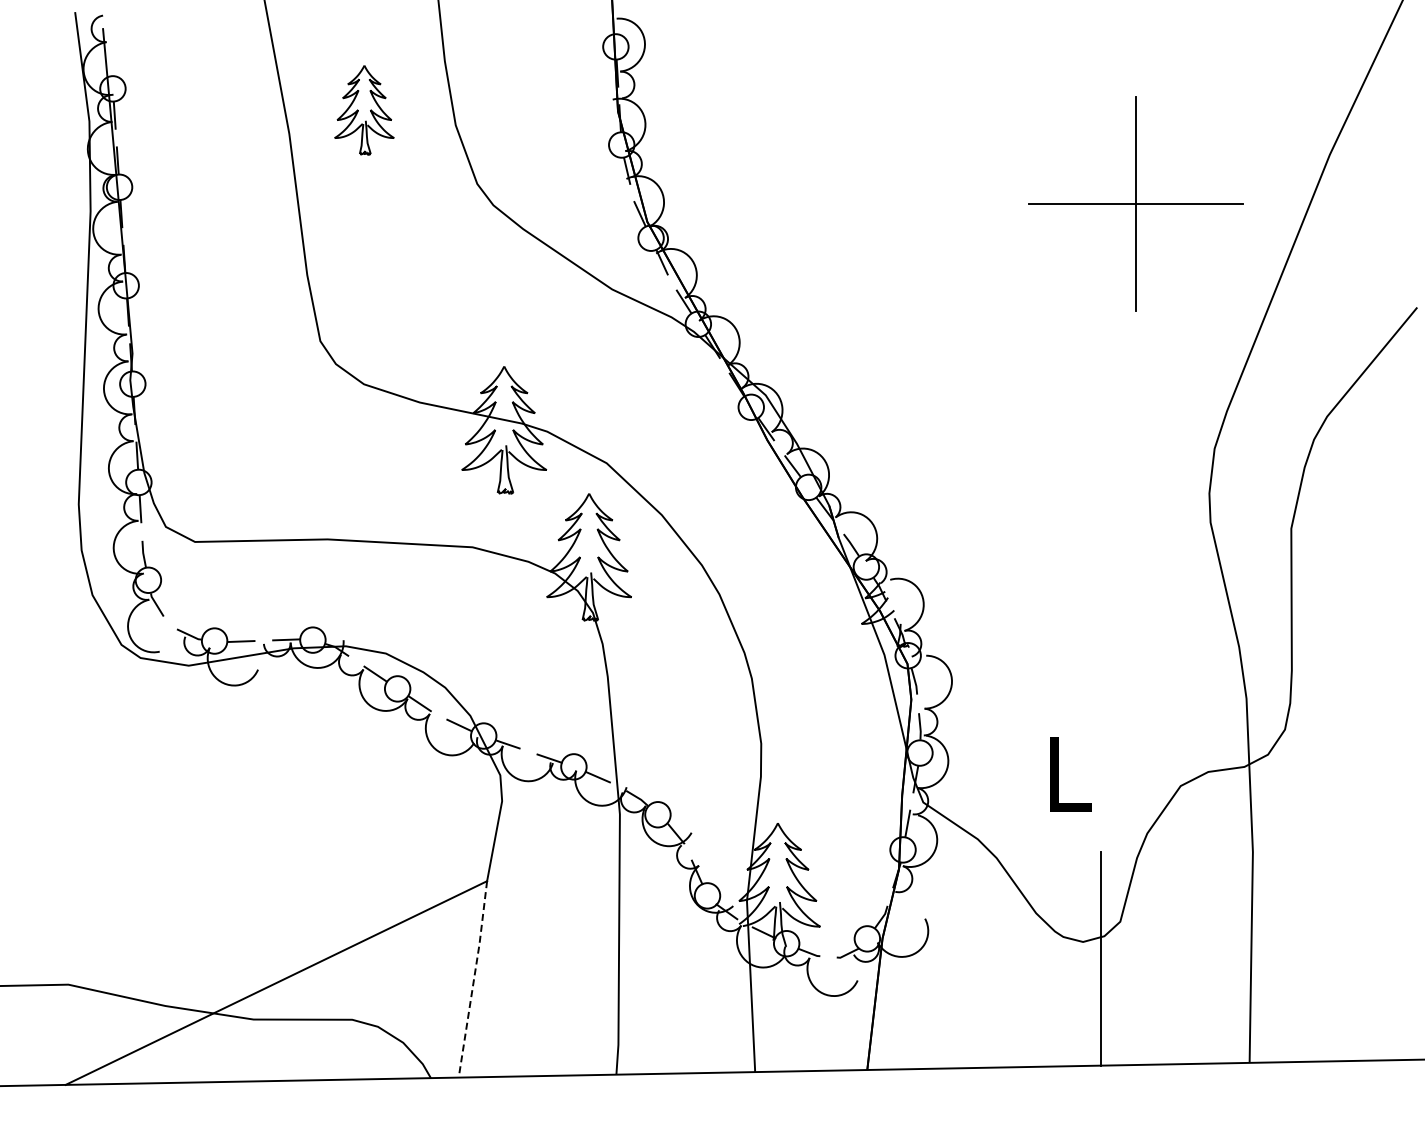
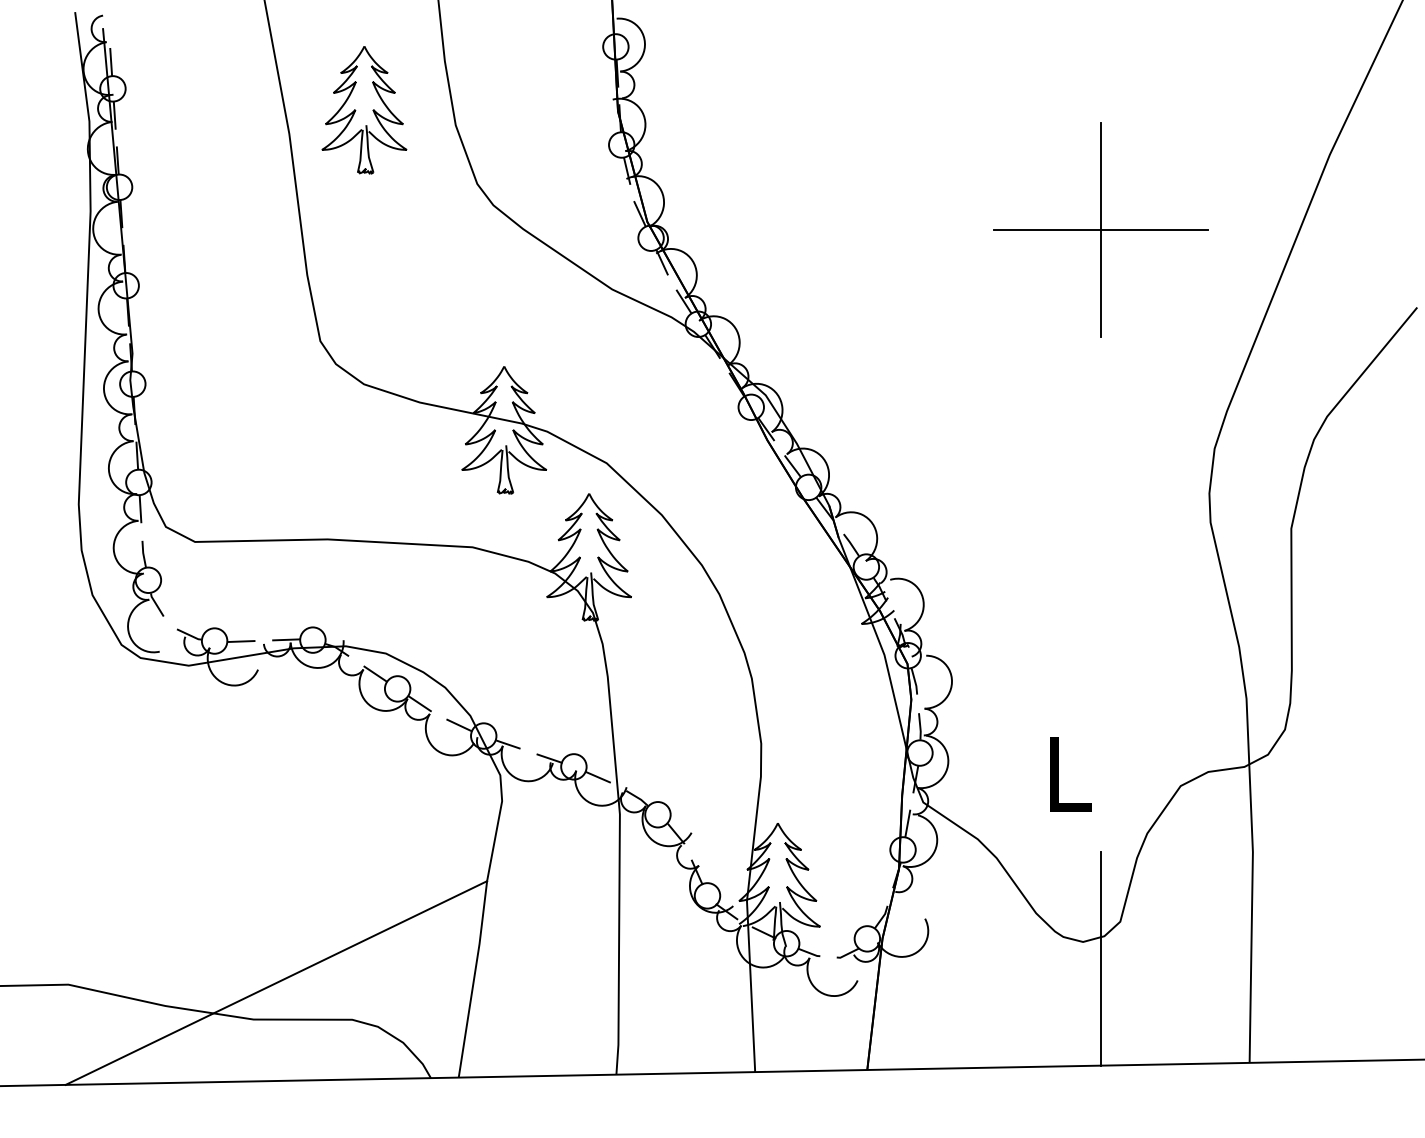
line at (111, 61): none -> present
part at (364, 110) size: 61x91 px -> 87x129 px
part at (1135, 203) position: (1135, 203) -> (1100, 229)
line at (474, 979): dashed -> solid
